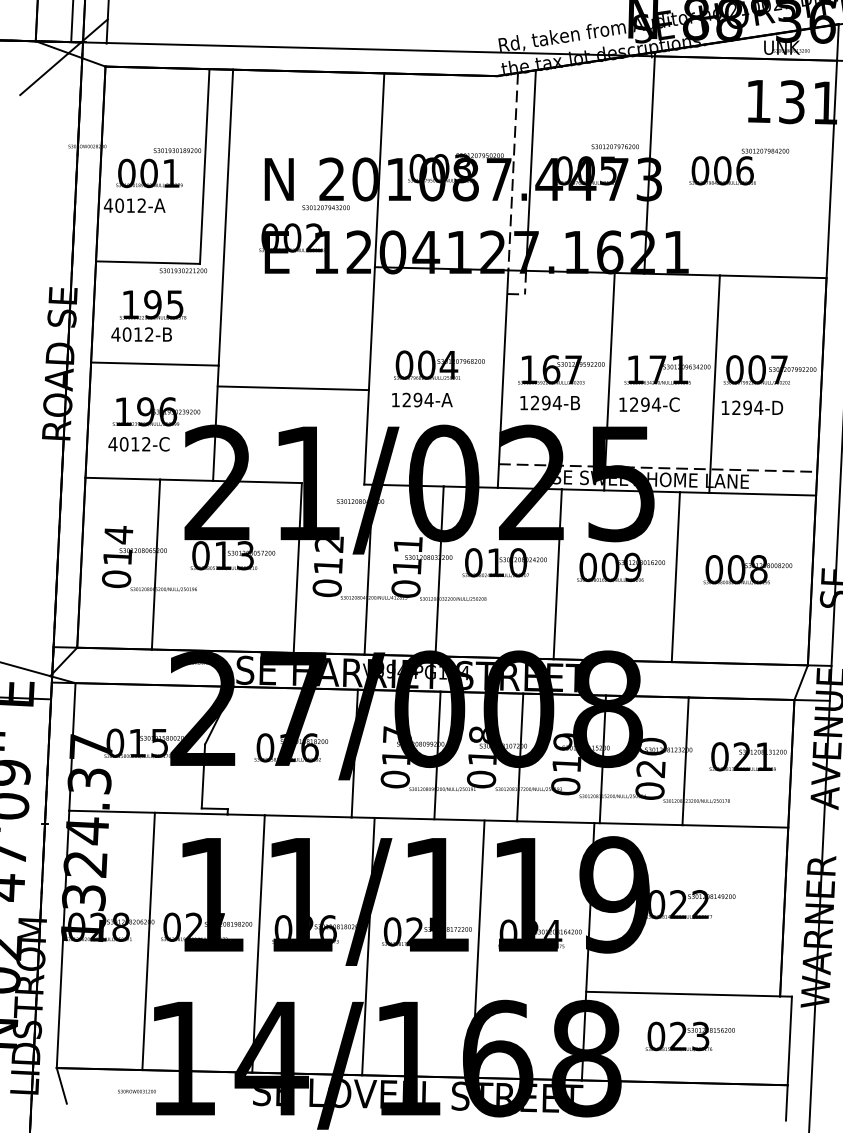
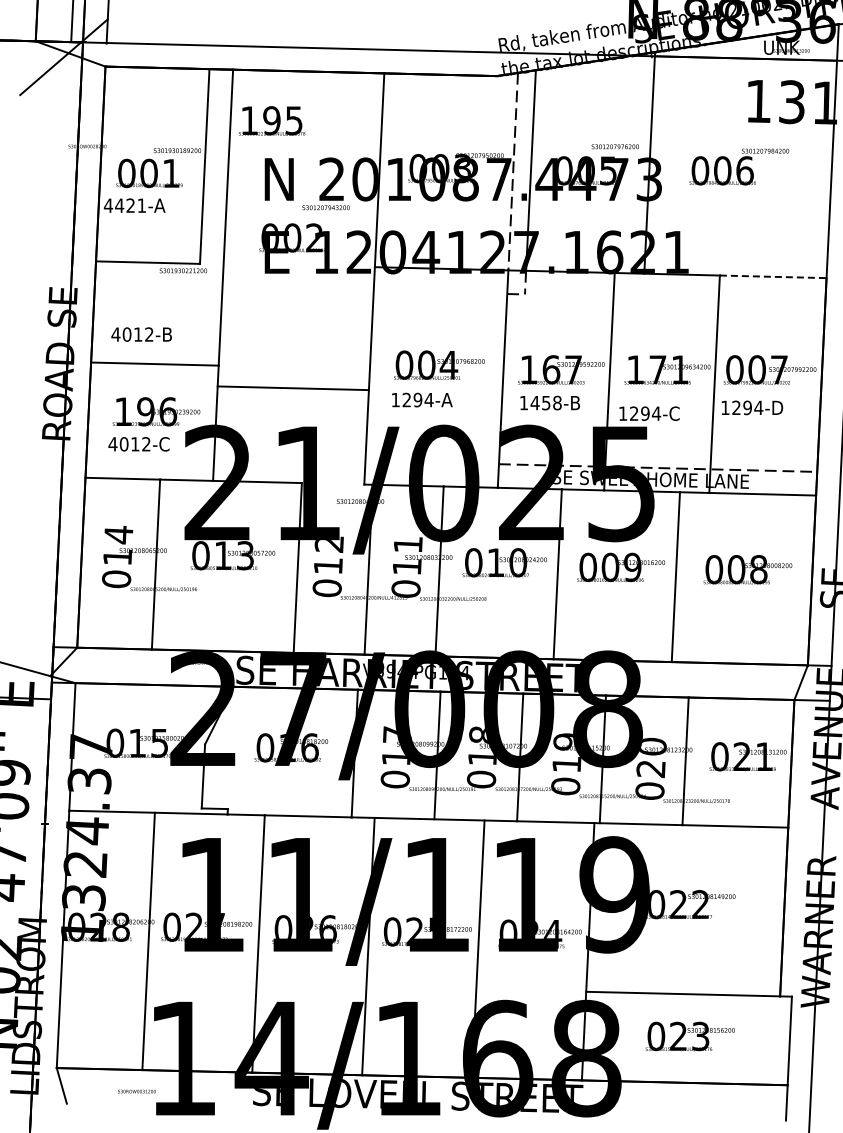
text at (130, 205): 4012-A -> 4421-A
line at (773, 276): solid -> dashed
text at (153, 304) position: (153, 304) -> (272, 120)
text at (545, 402): 1294-B -> 1458-B
text at (649, 404) position: (649, 404) -> (649, 413)
